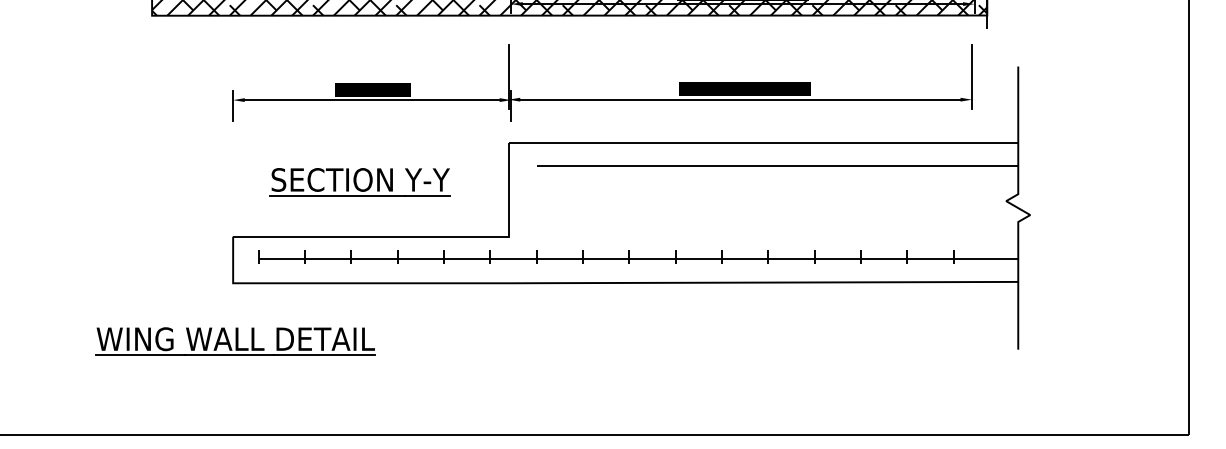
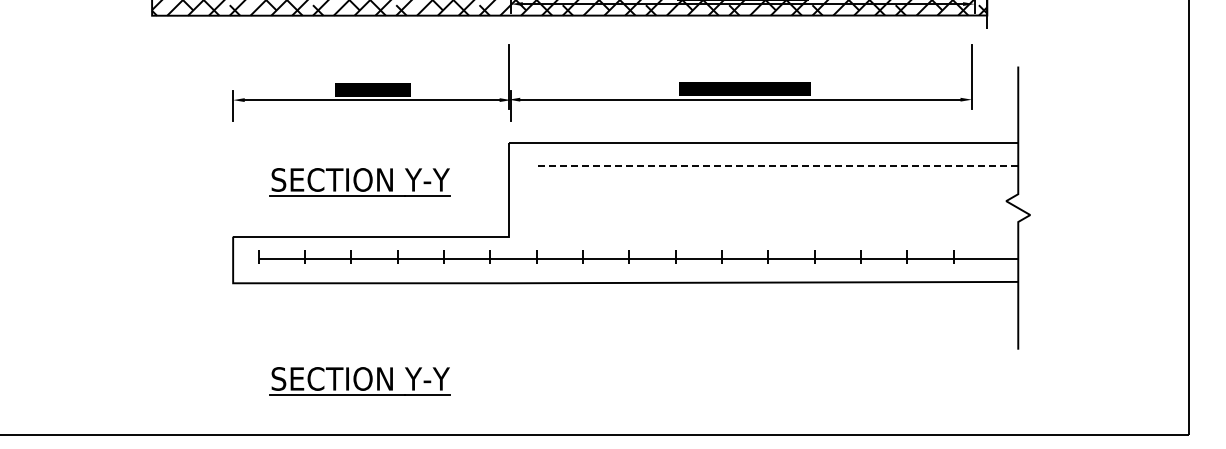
line at (777, 166): solid -> dashed
part at (235, 341): present -> none
part at (359, 381): none -> present
